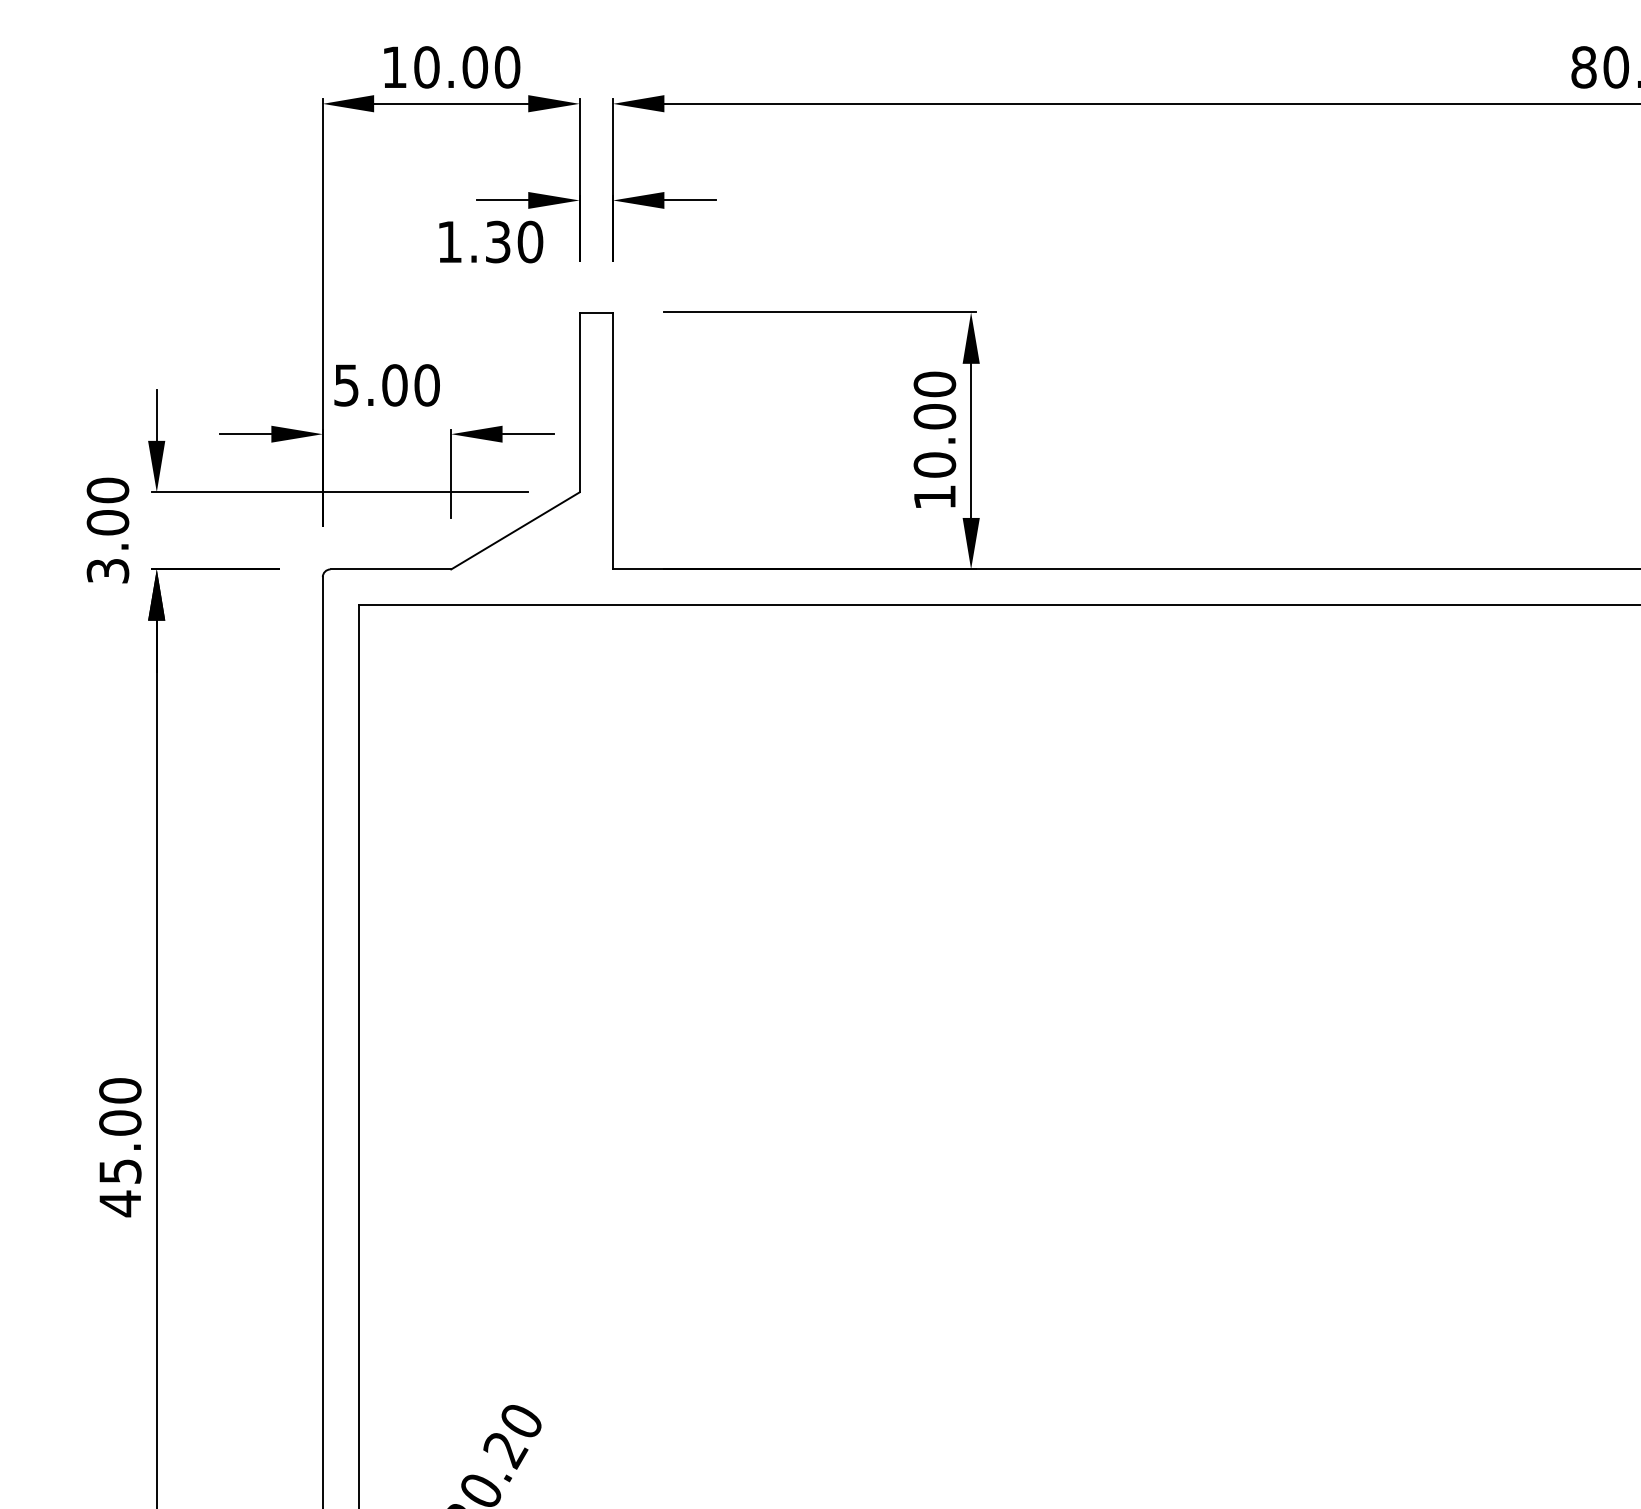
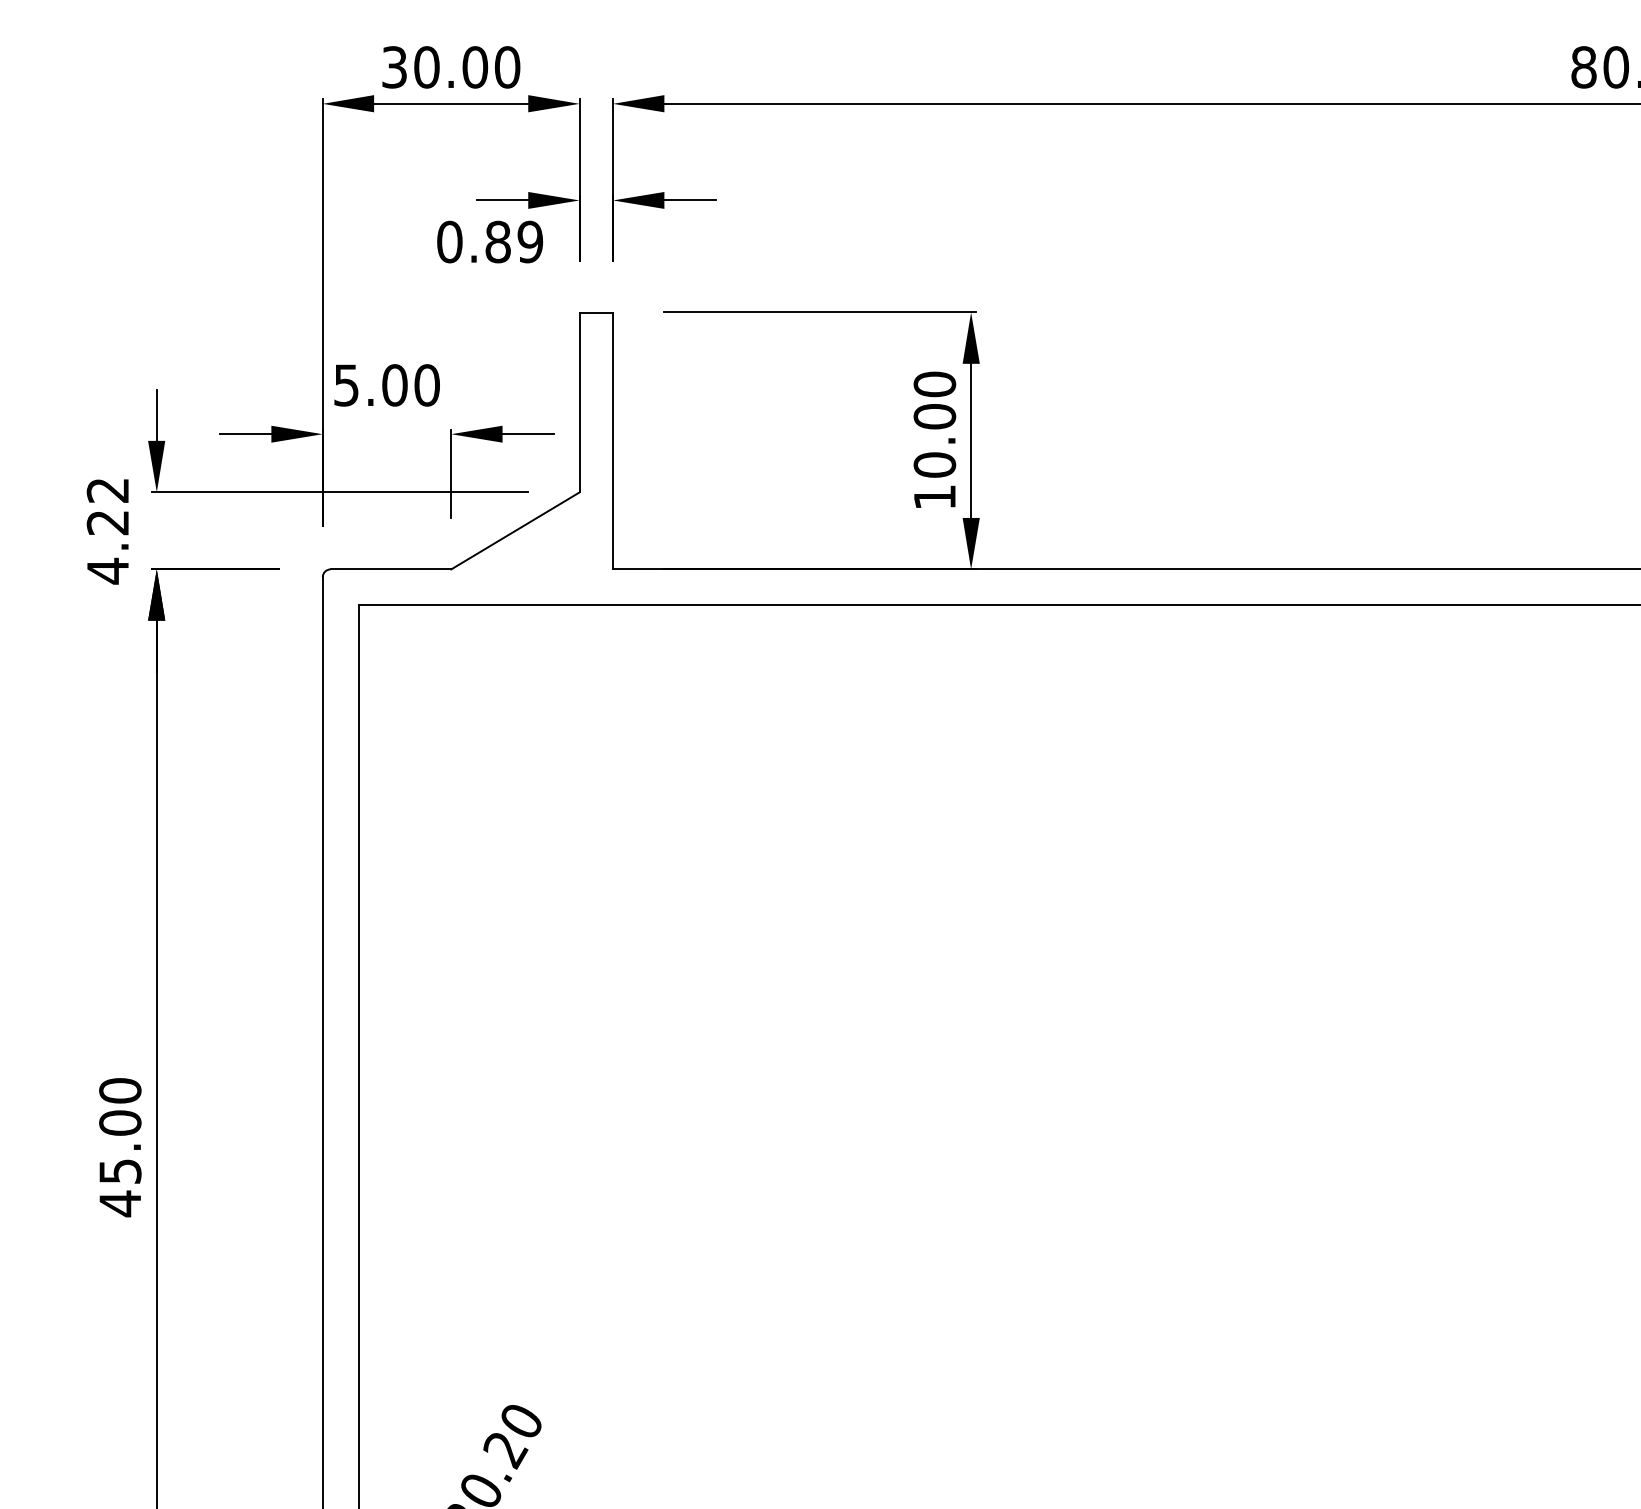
text at (394, 67): 10.00 -> 30.00
text at (490, 241): 1.30 -> 0.89
text at (107, 530): 3.00 -> 4.22
